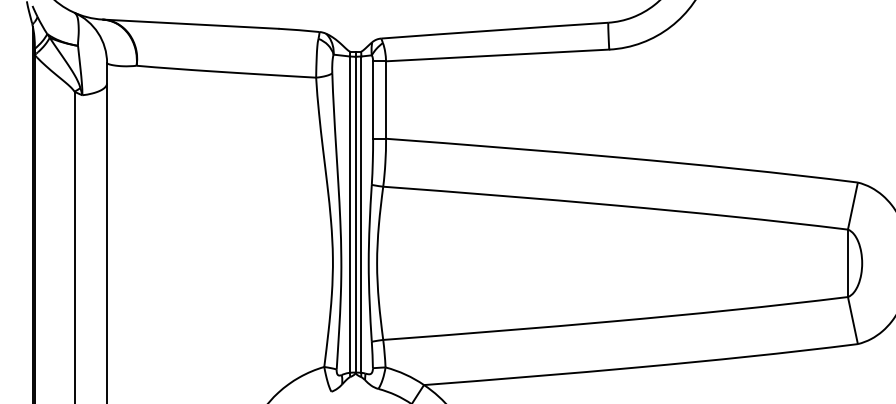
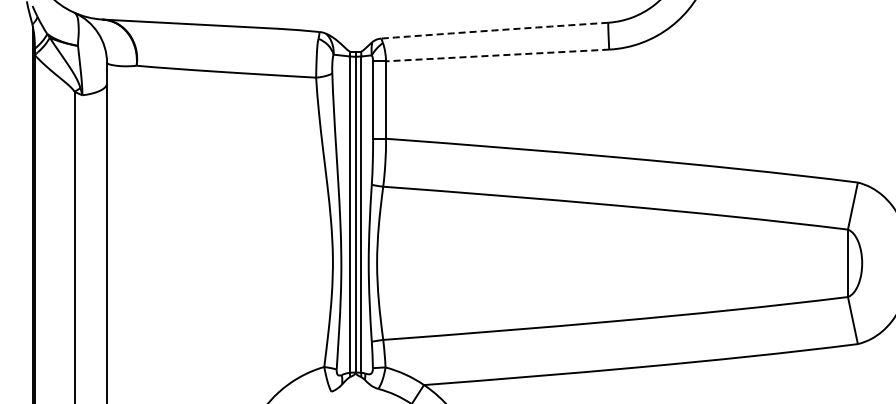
arc at (494, 30): solid -> dashed
line at (497, 55): solid -> dashed
